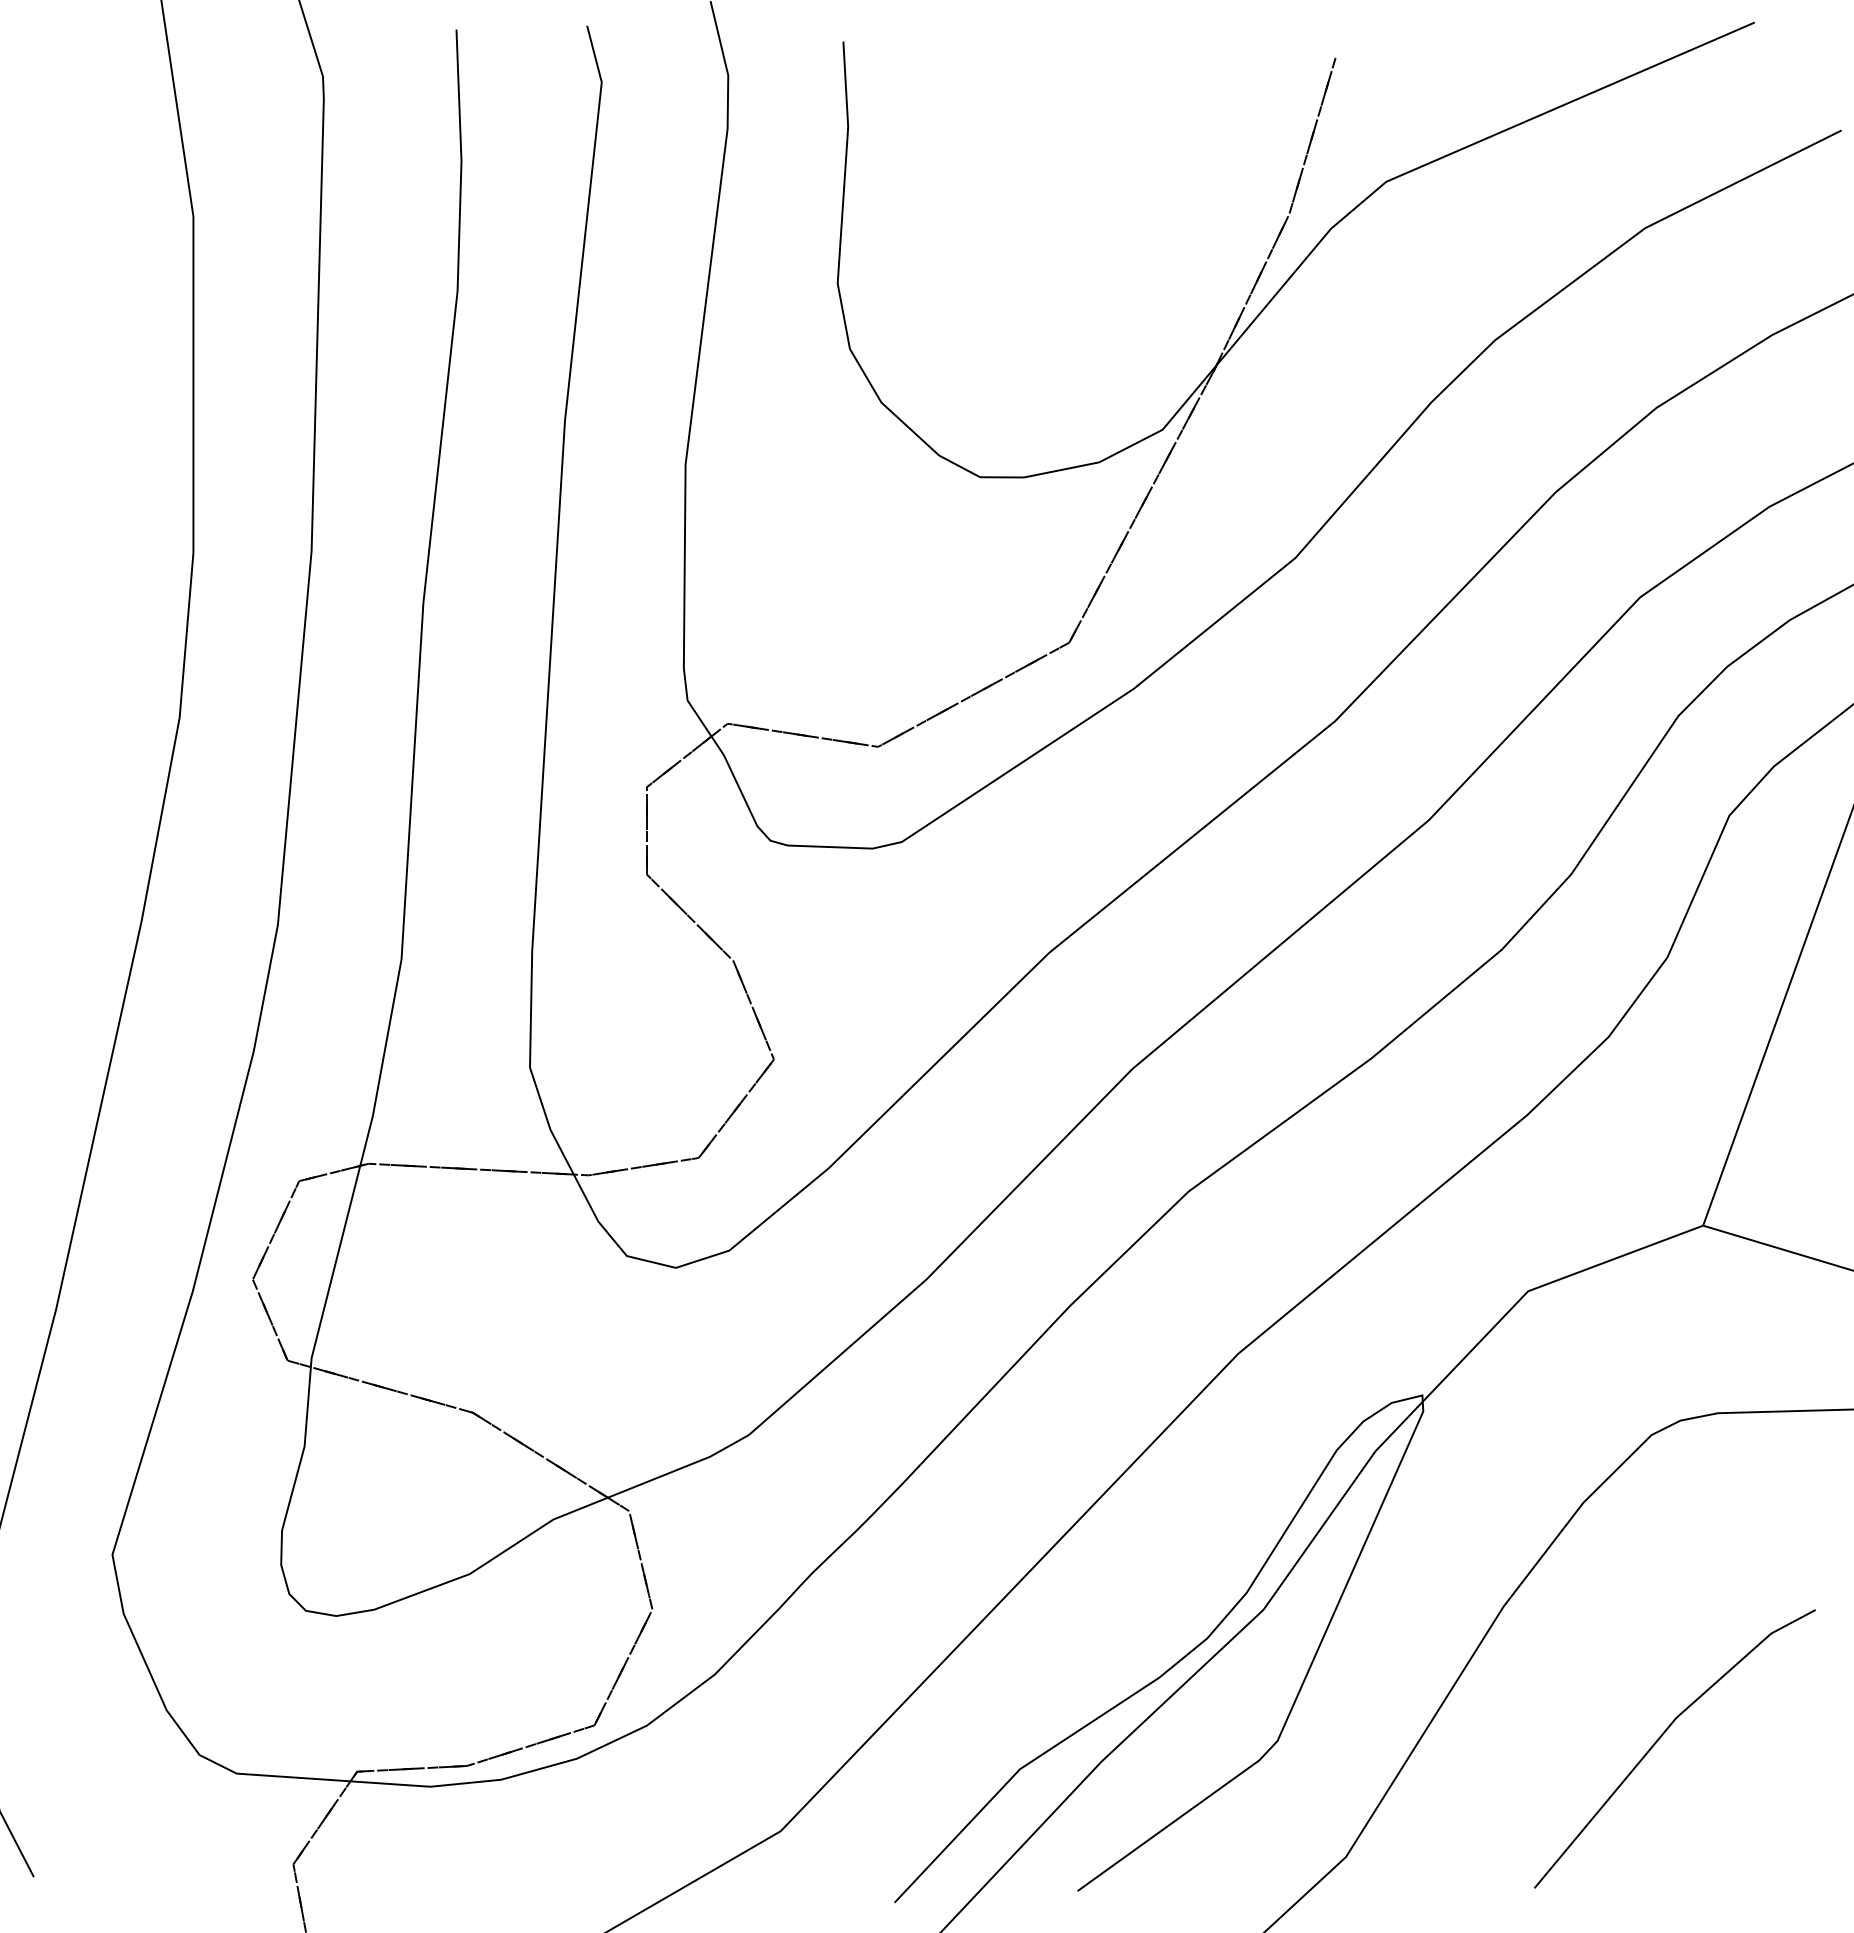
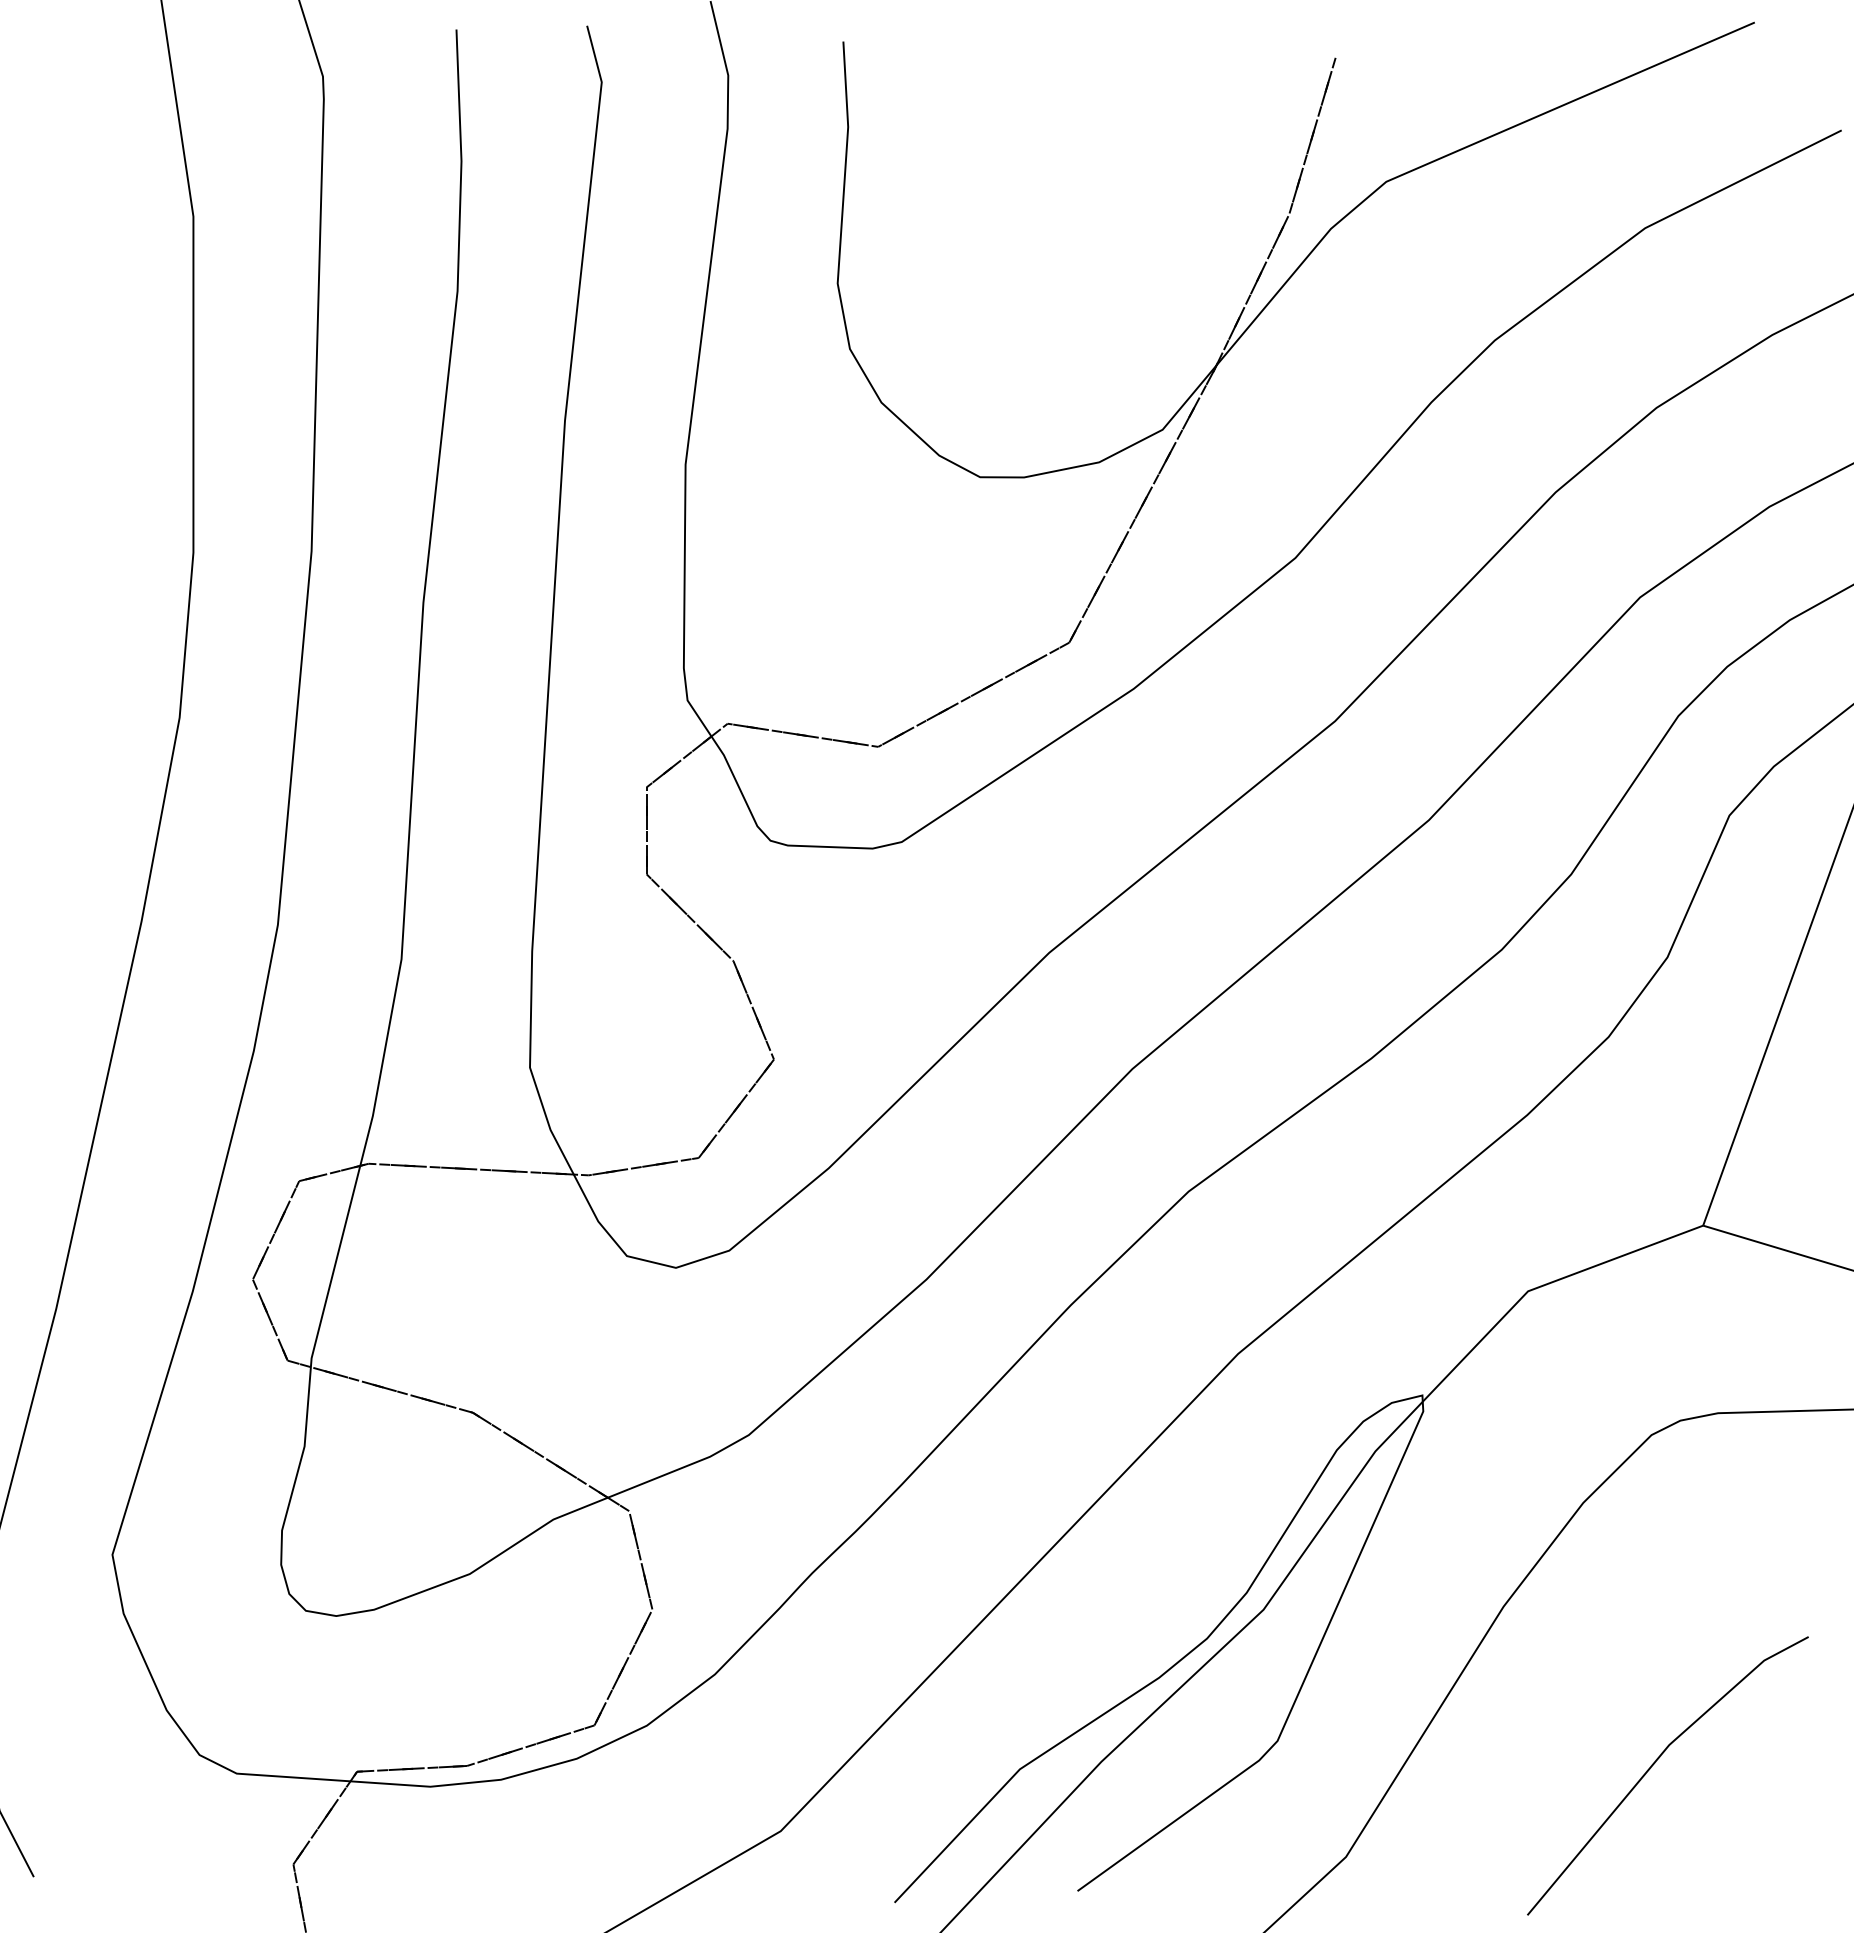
line at (1662, 1736) position: (1662, 1736) -> (1655, 1763)
